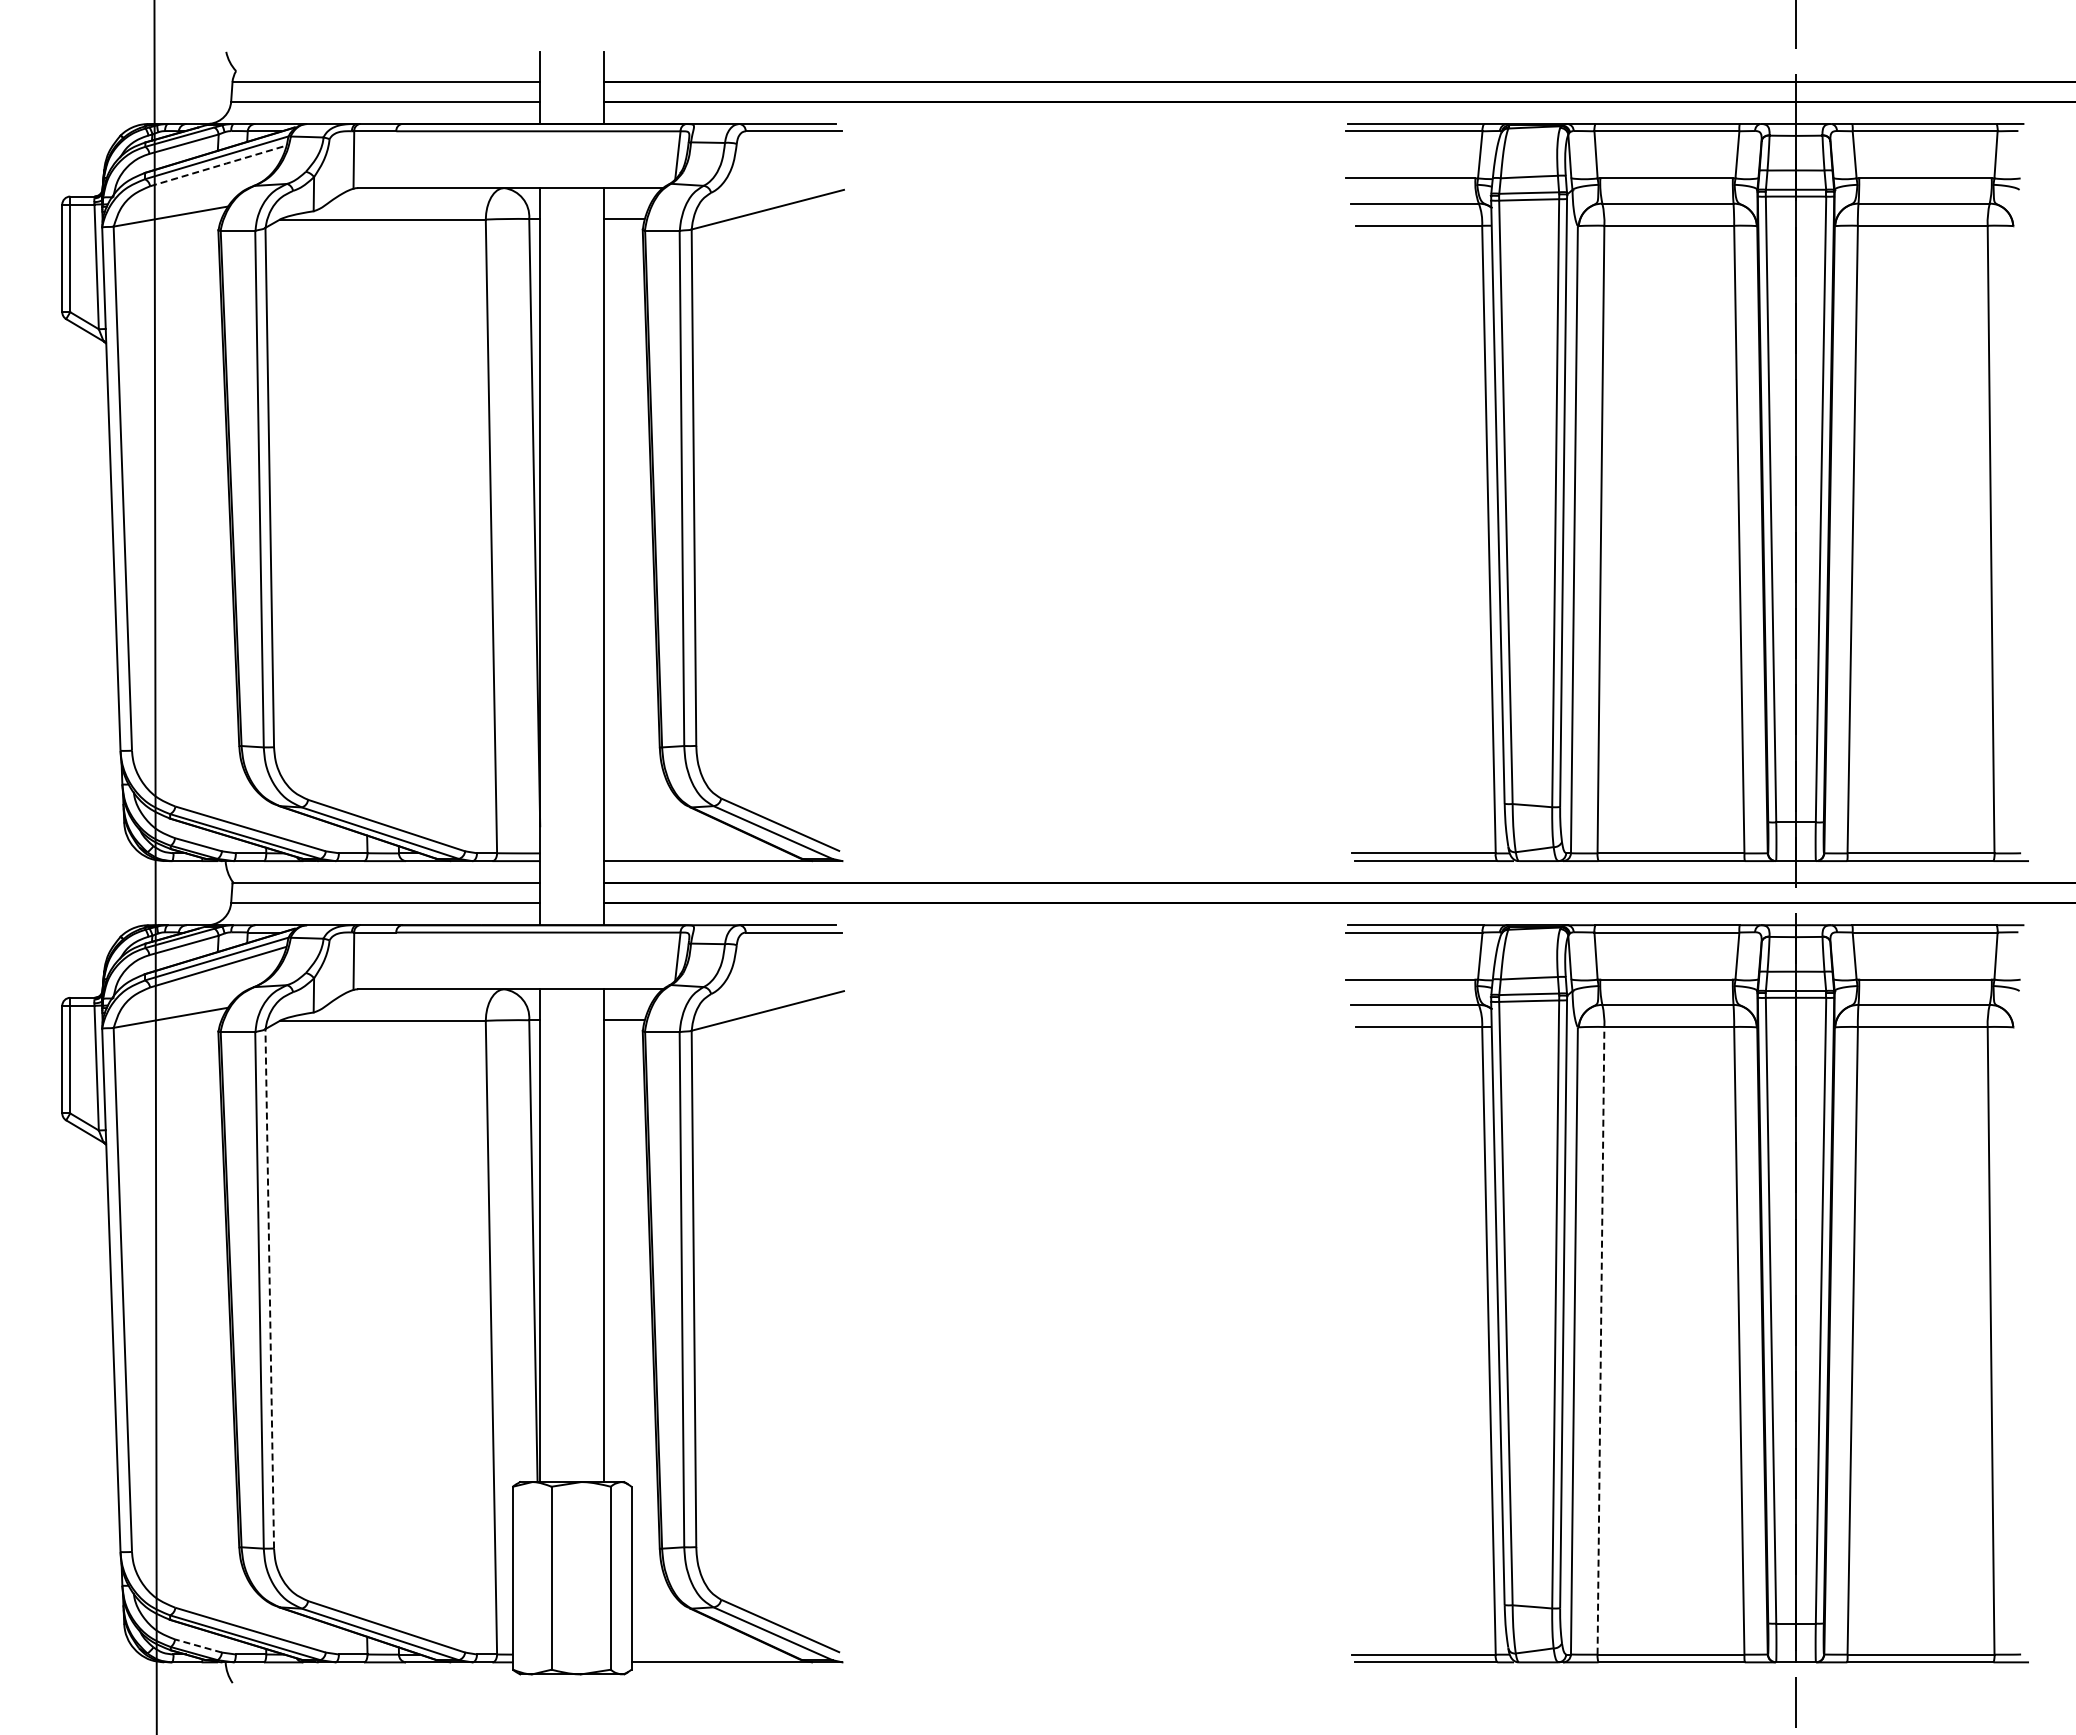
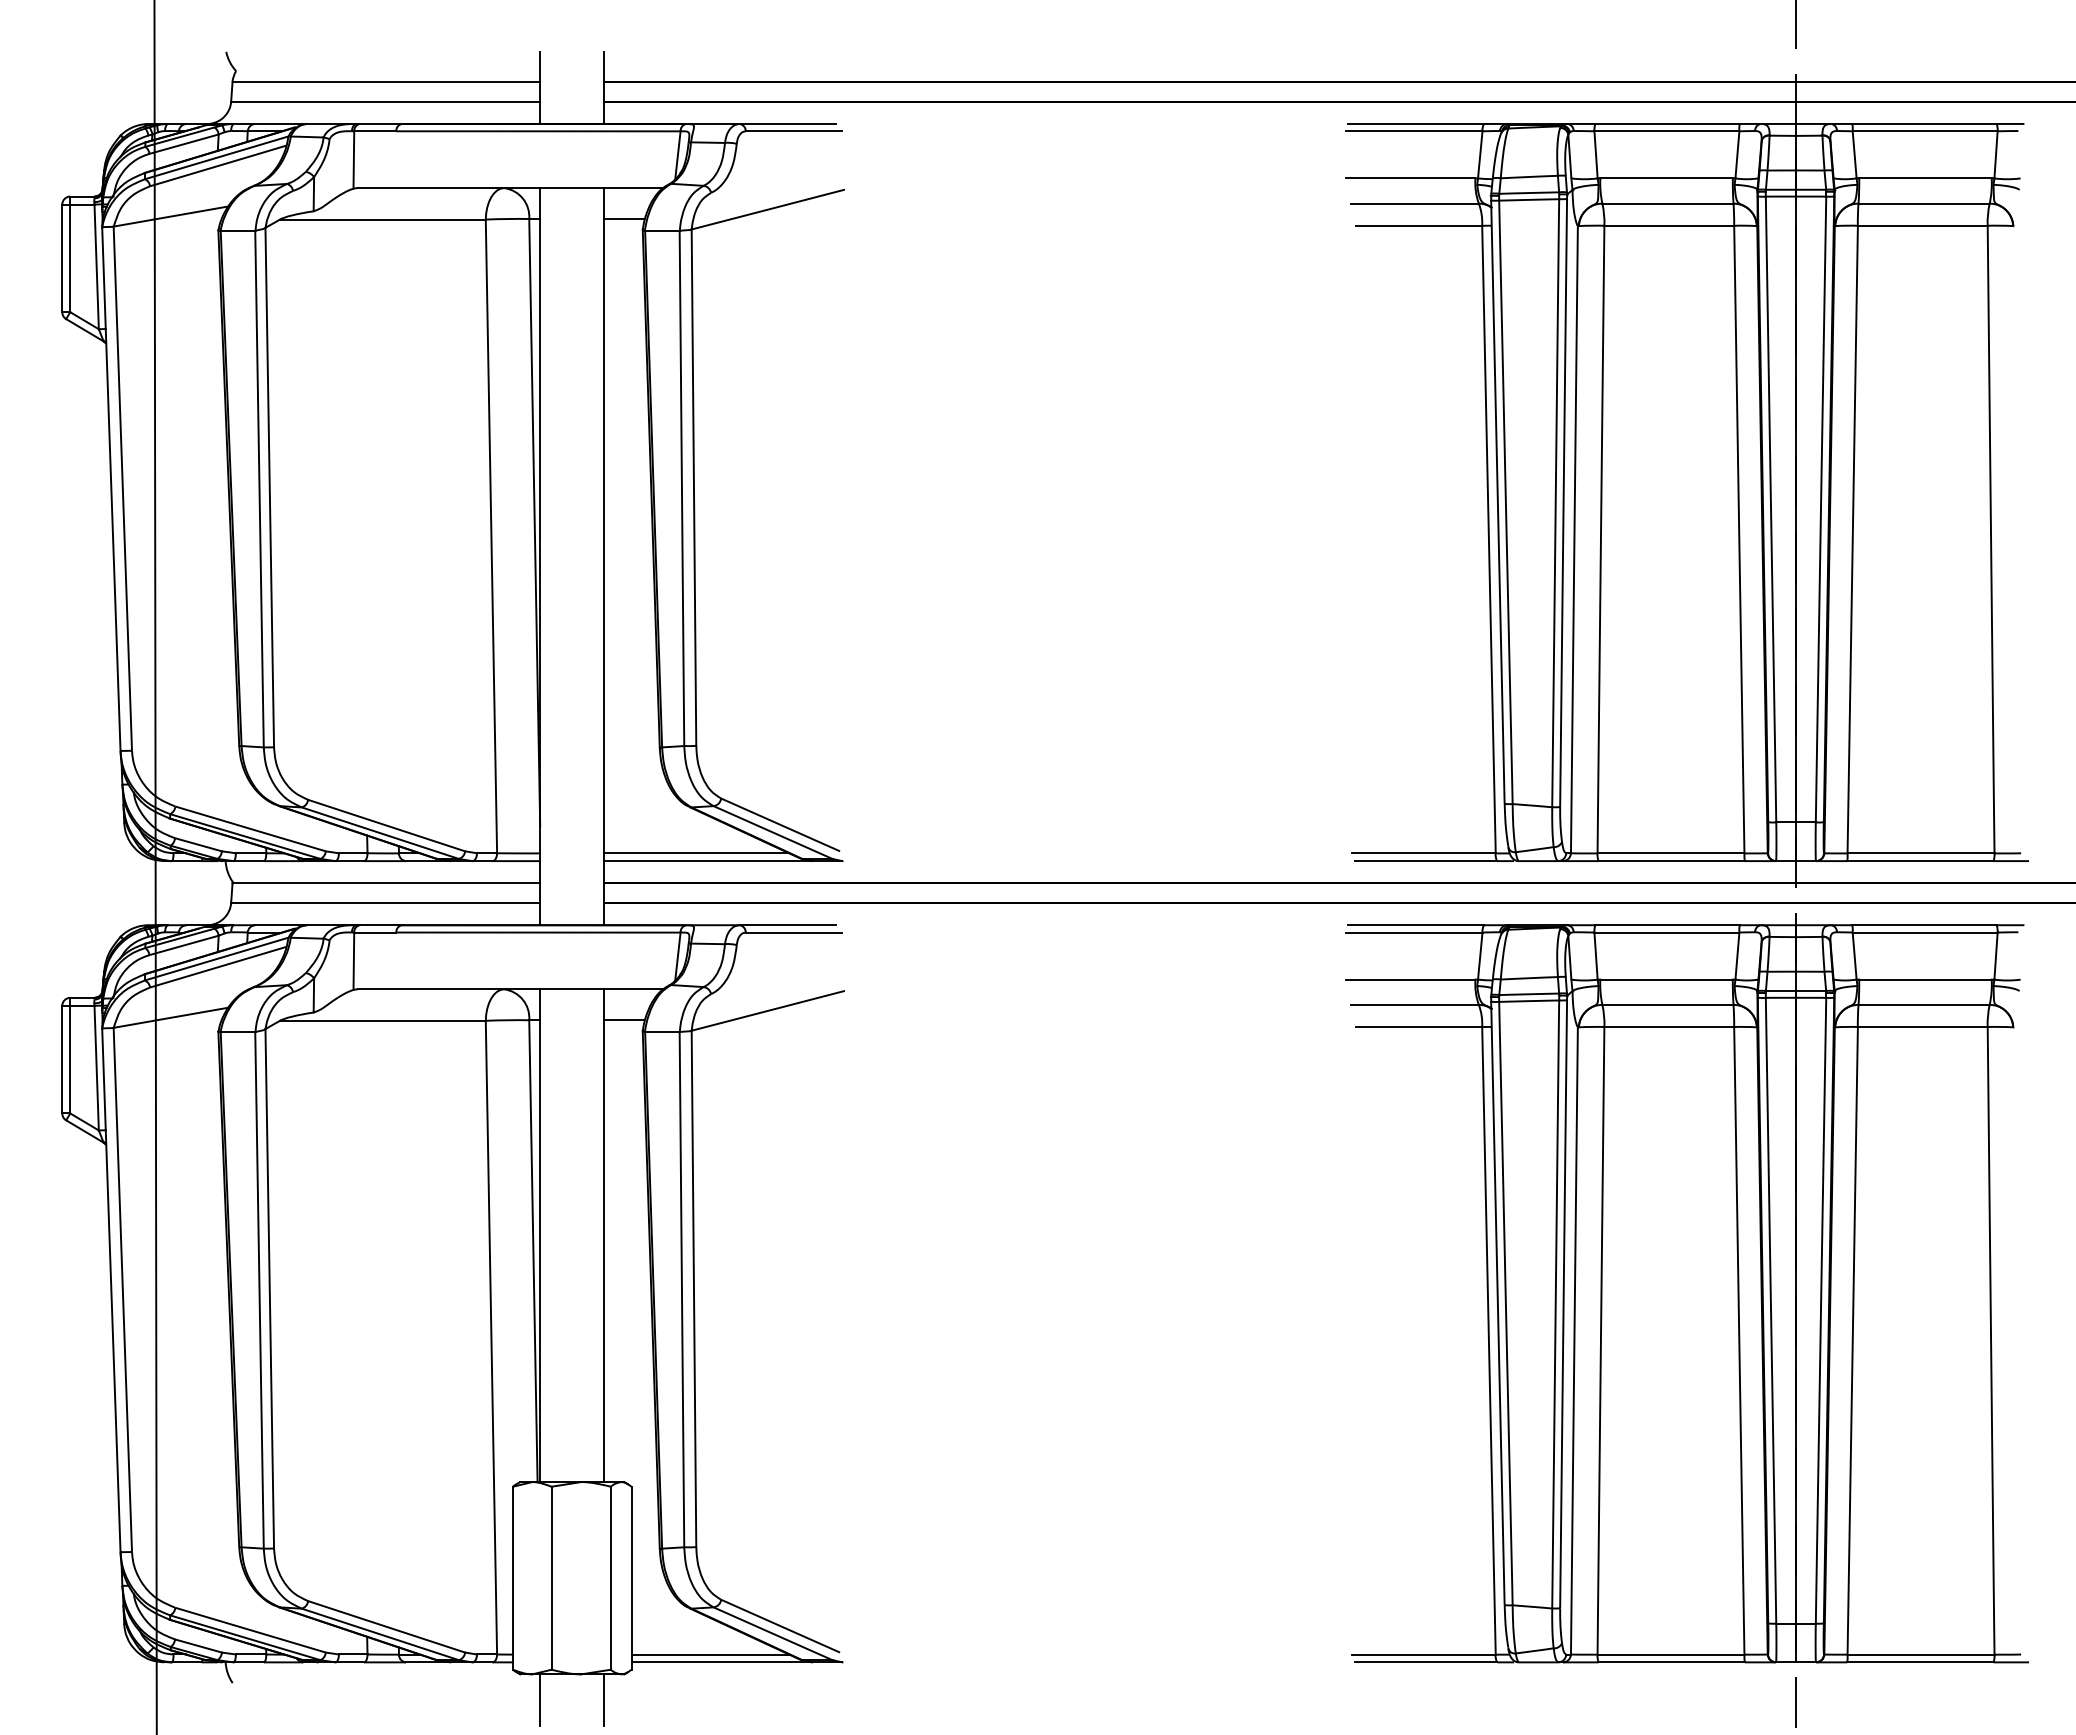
line at (219, 165): dashed -> solid
line at (696, 853): none -> present
line at (269, 1288): dashed -> solid
line at (1600, 1342): dashed -> solid
line at (198, 1645): dashed -> solid
line at (709, 1654): none -> present
line at (540, 1700): none -> present
line at (604, 1700): none -> present
